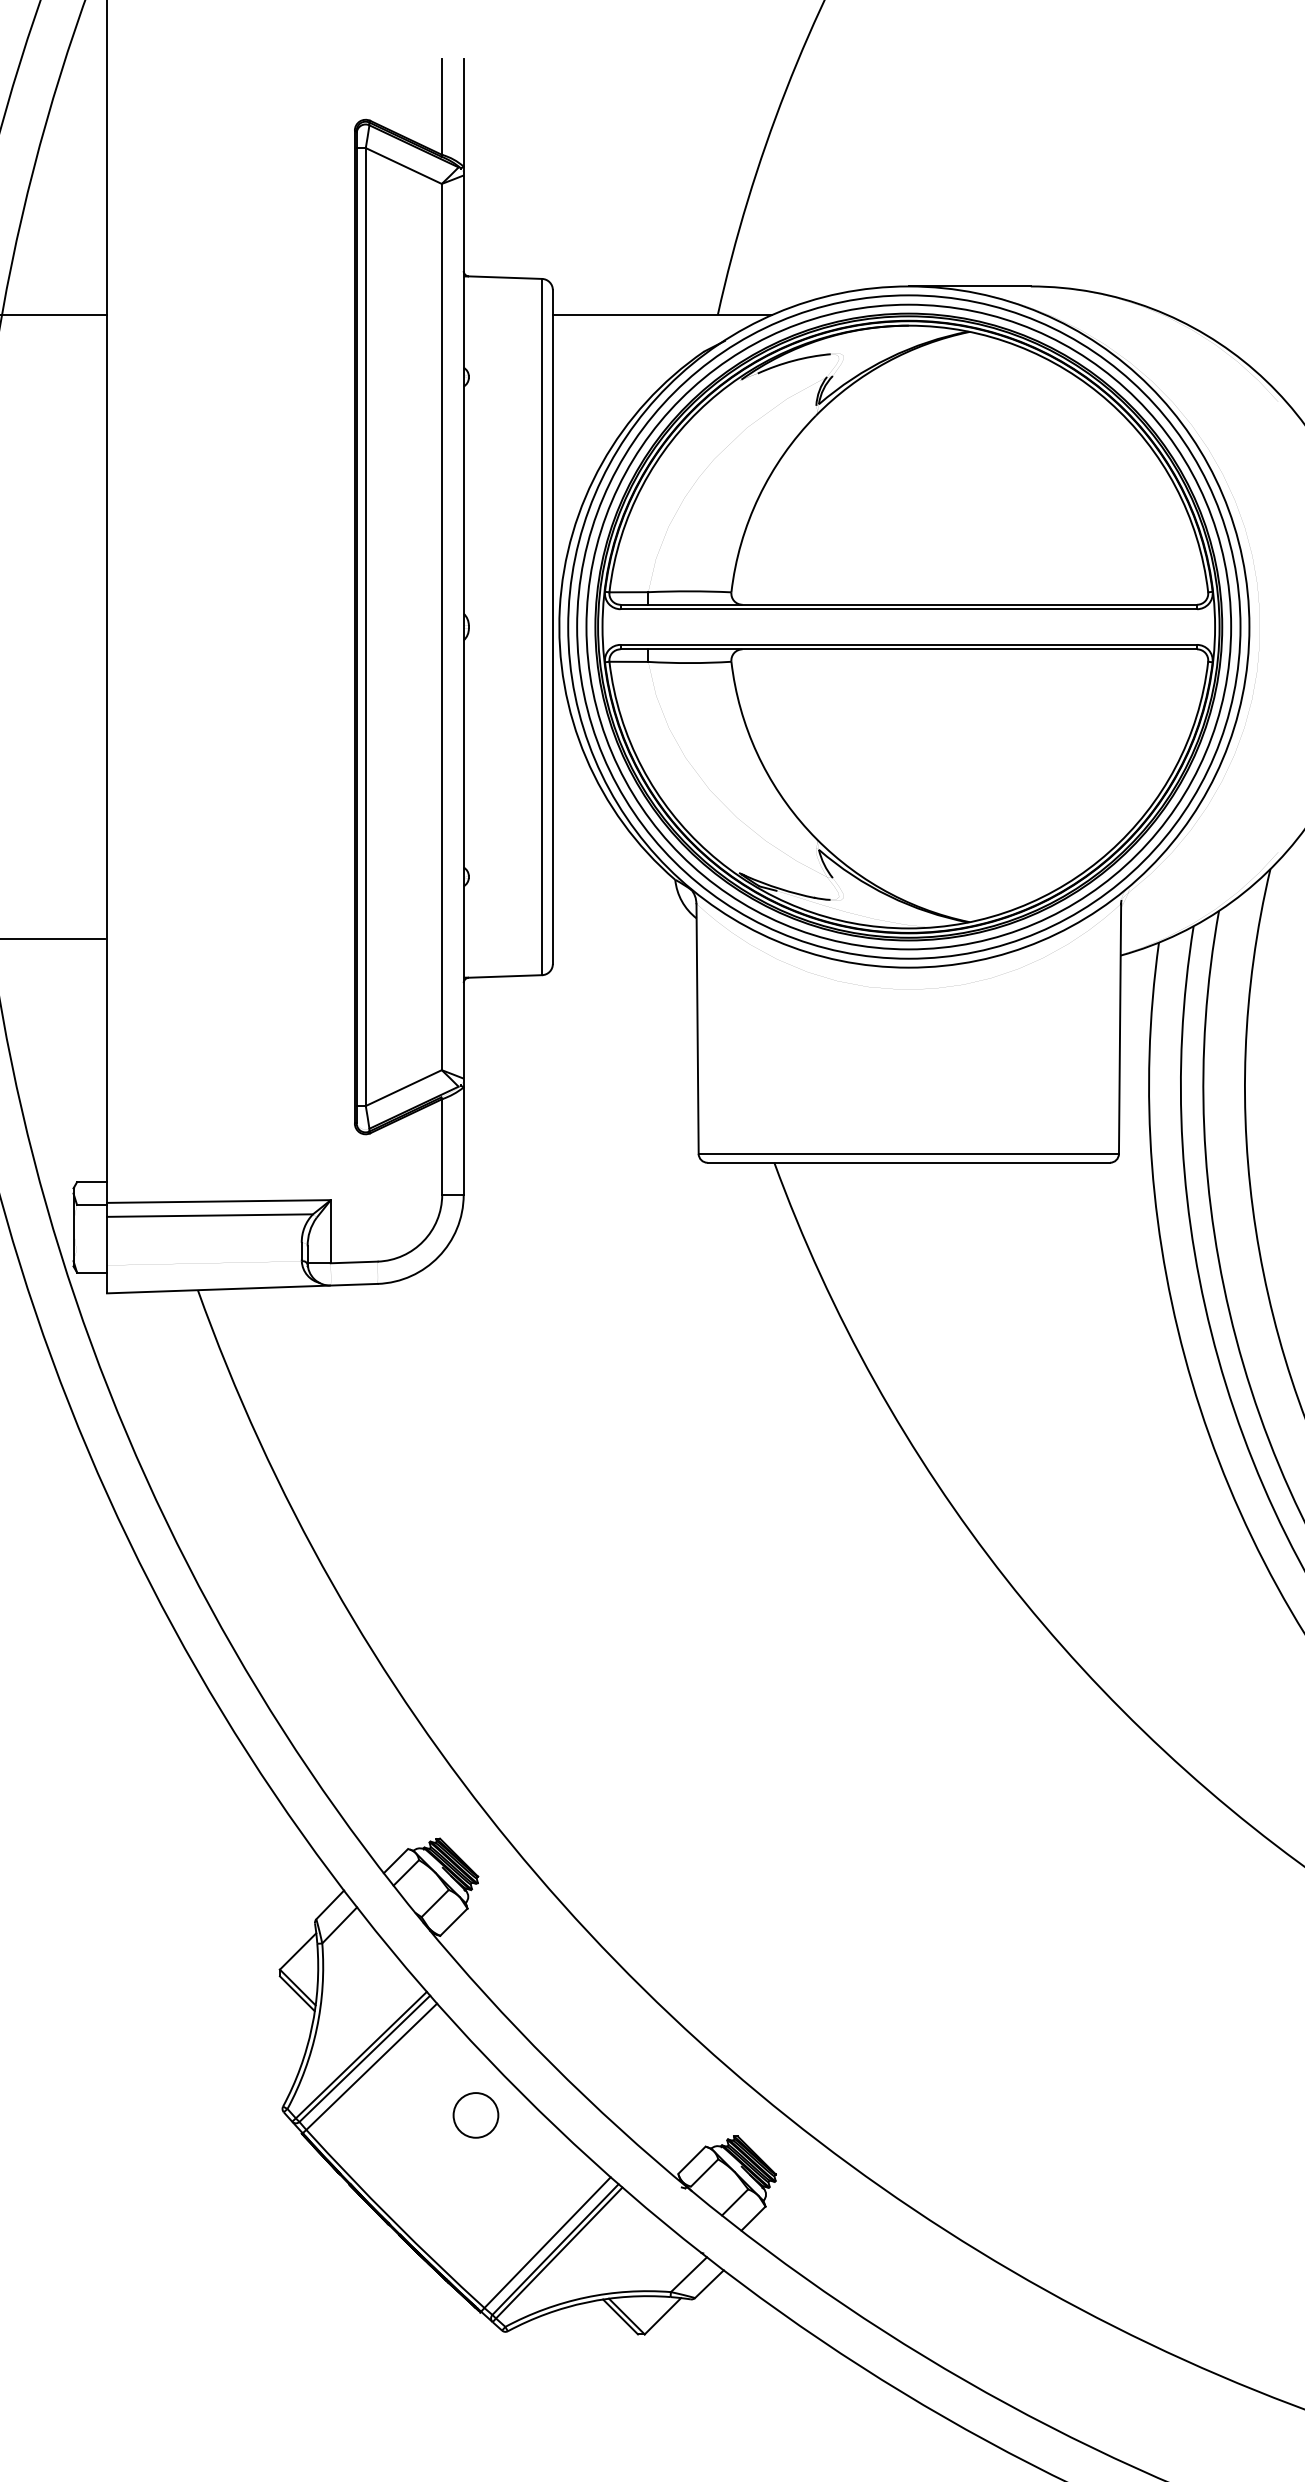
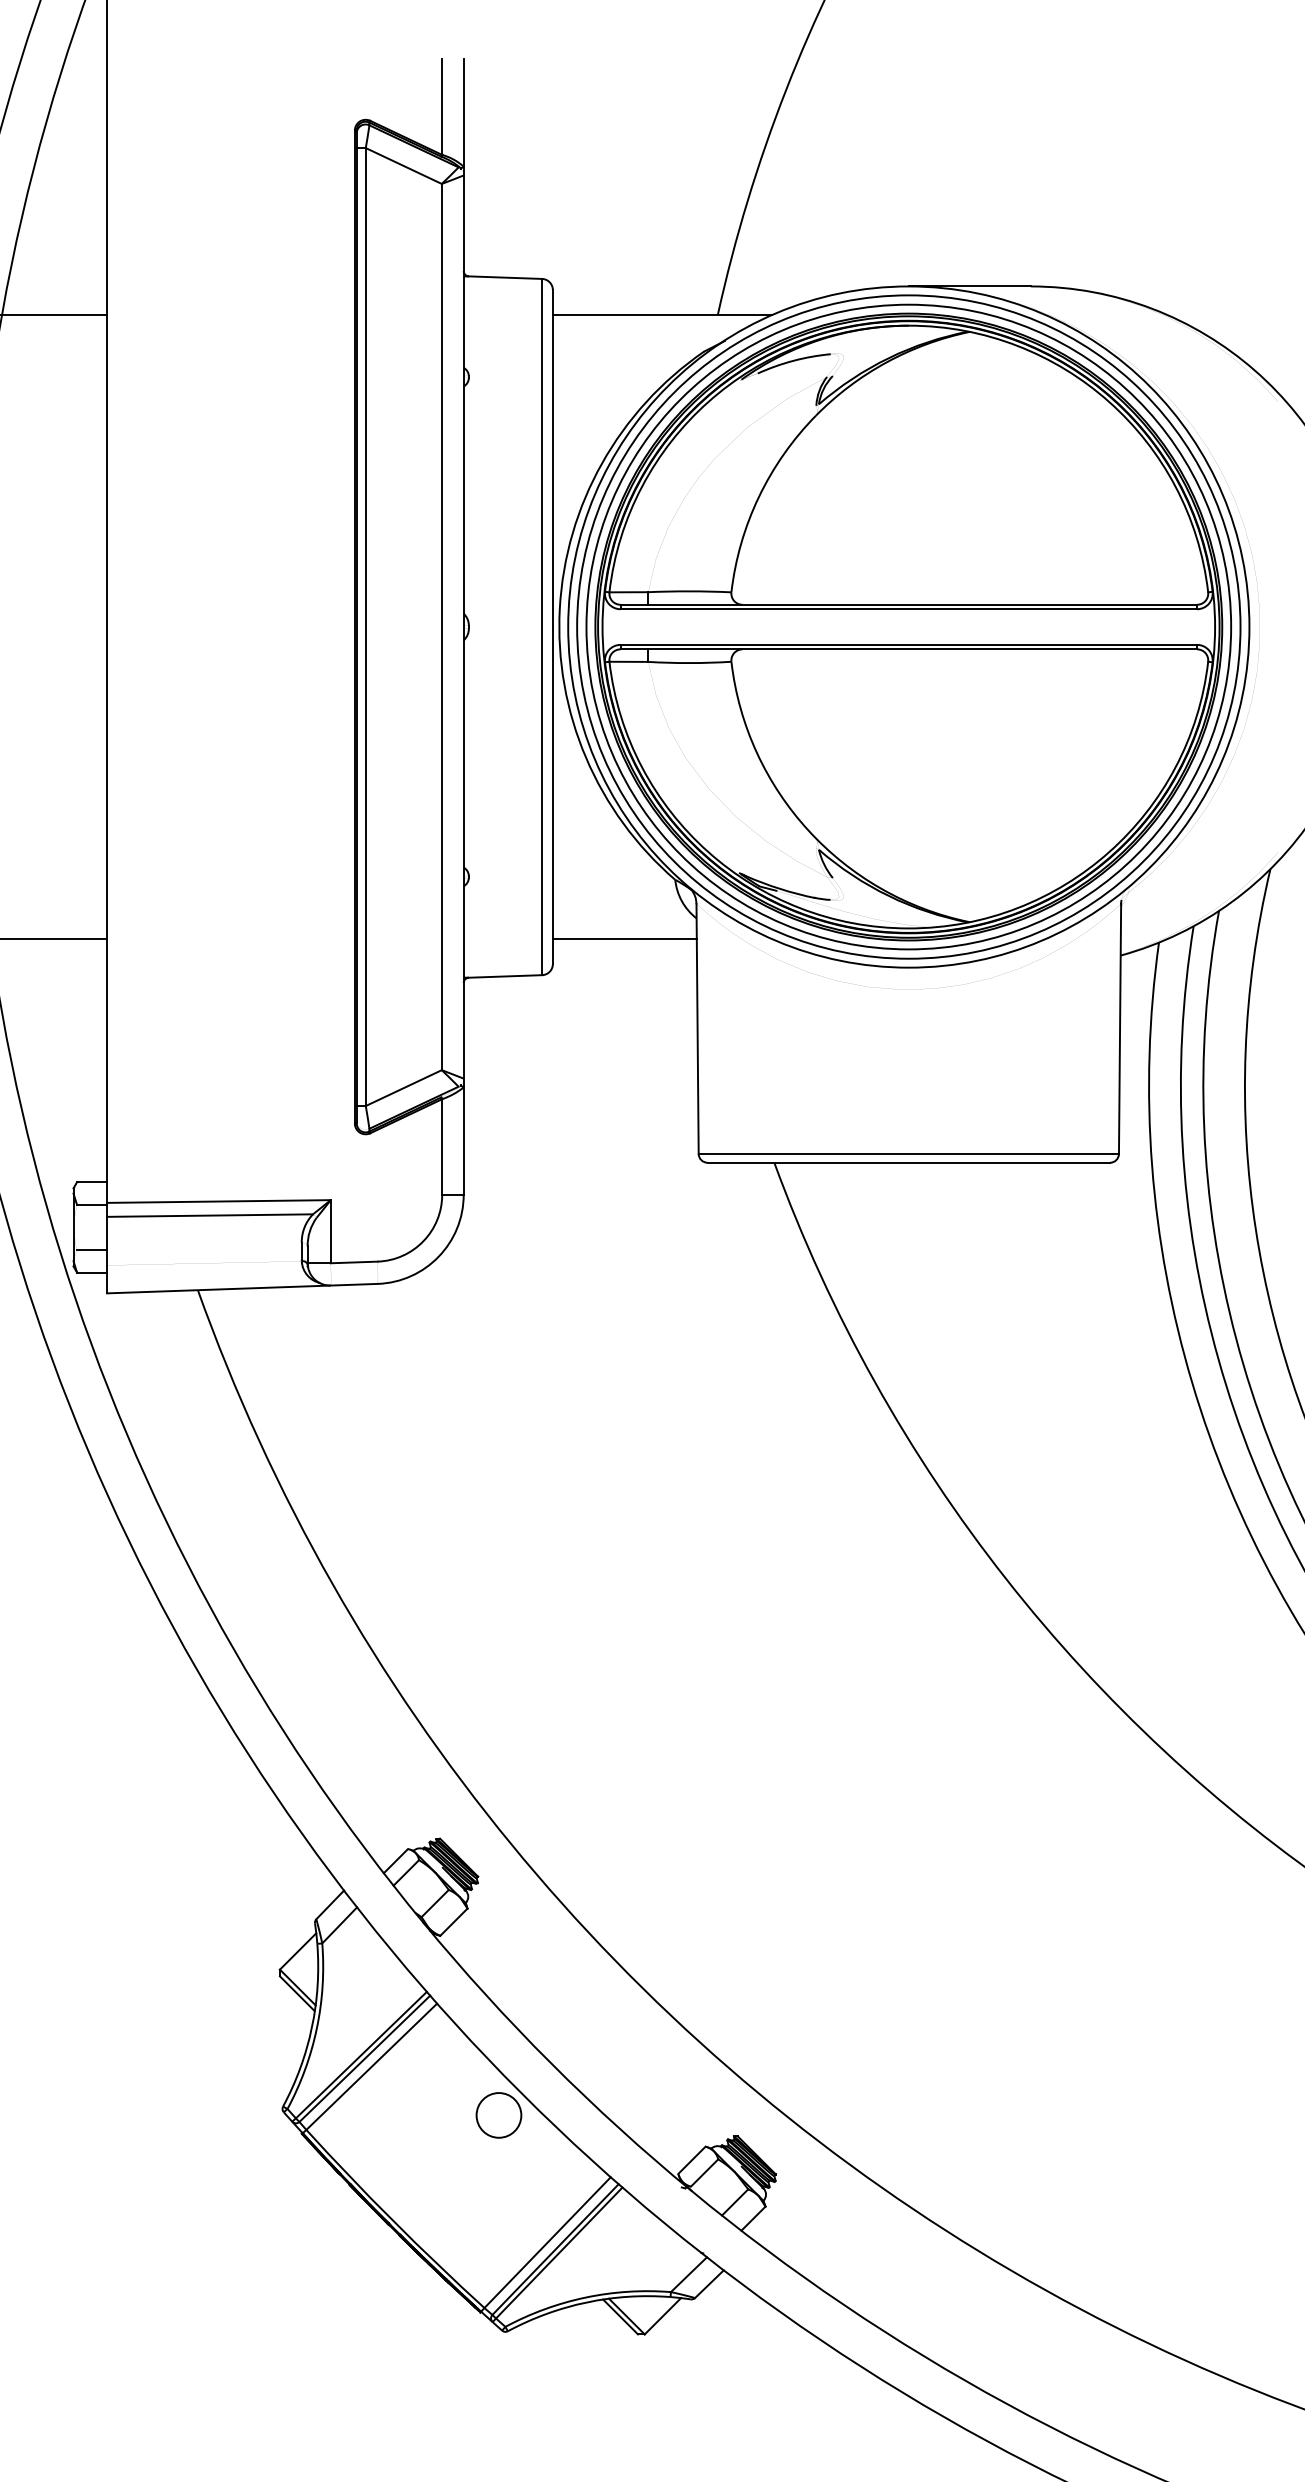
line at (624, 939): none -> present
line at (92, 1249): none -> present
circle at (475, 2115) position: (475, 2115) -> (498, 2115)
